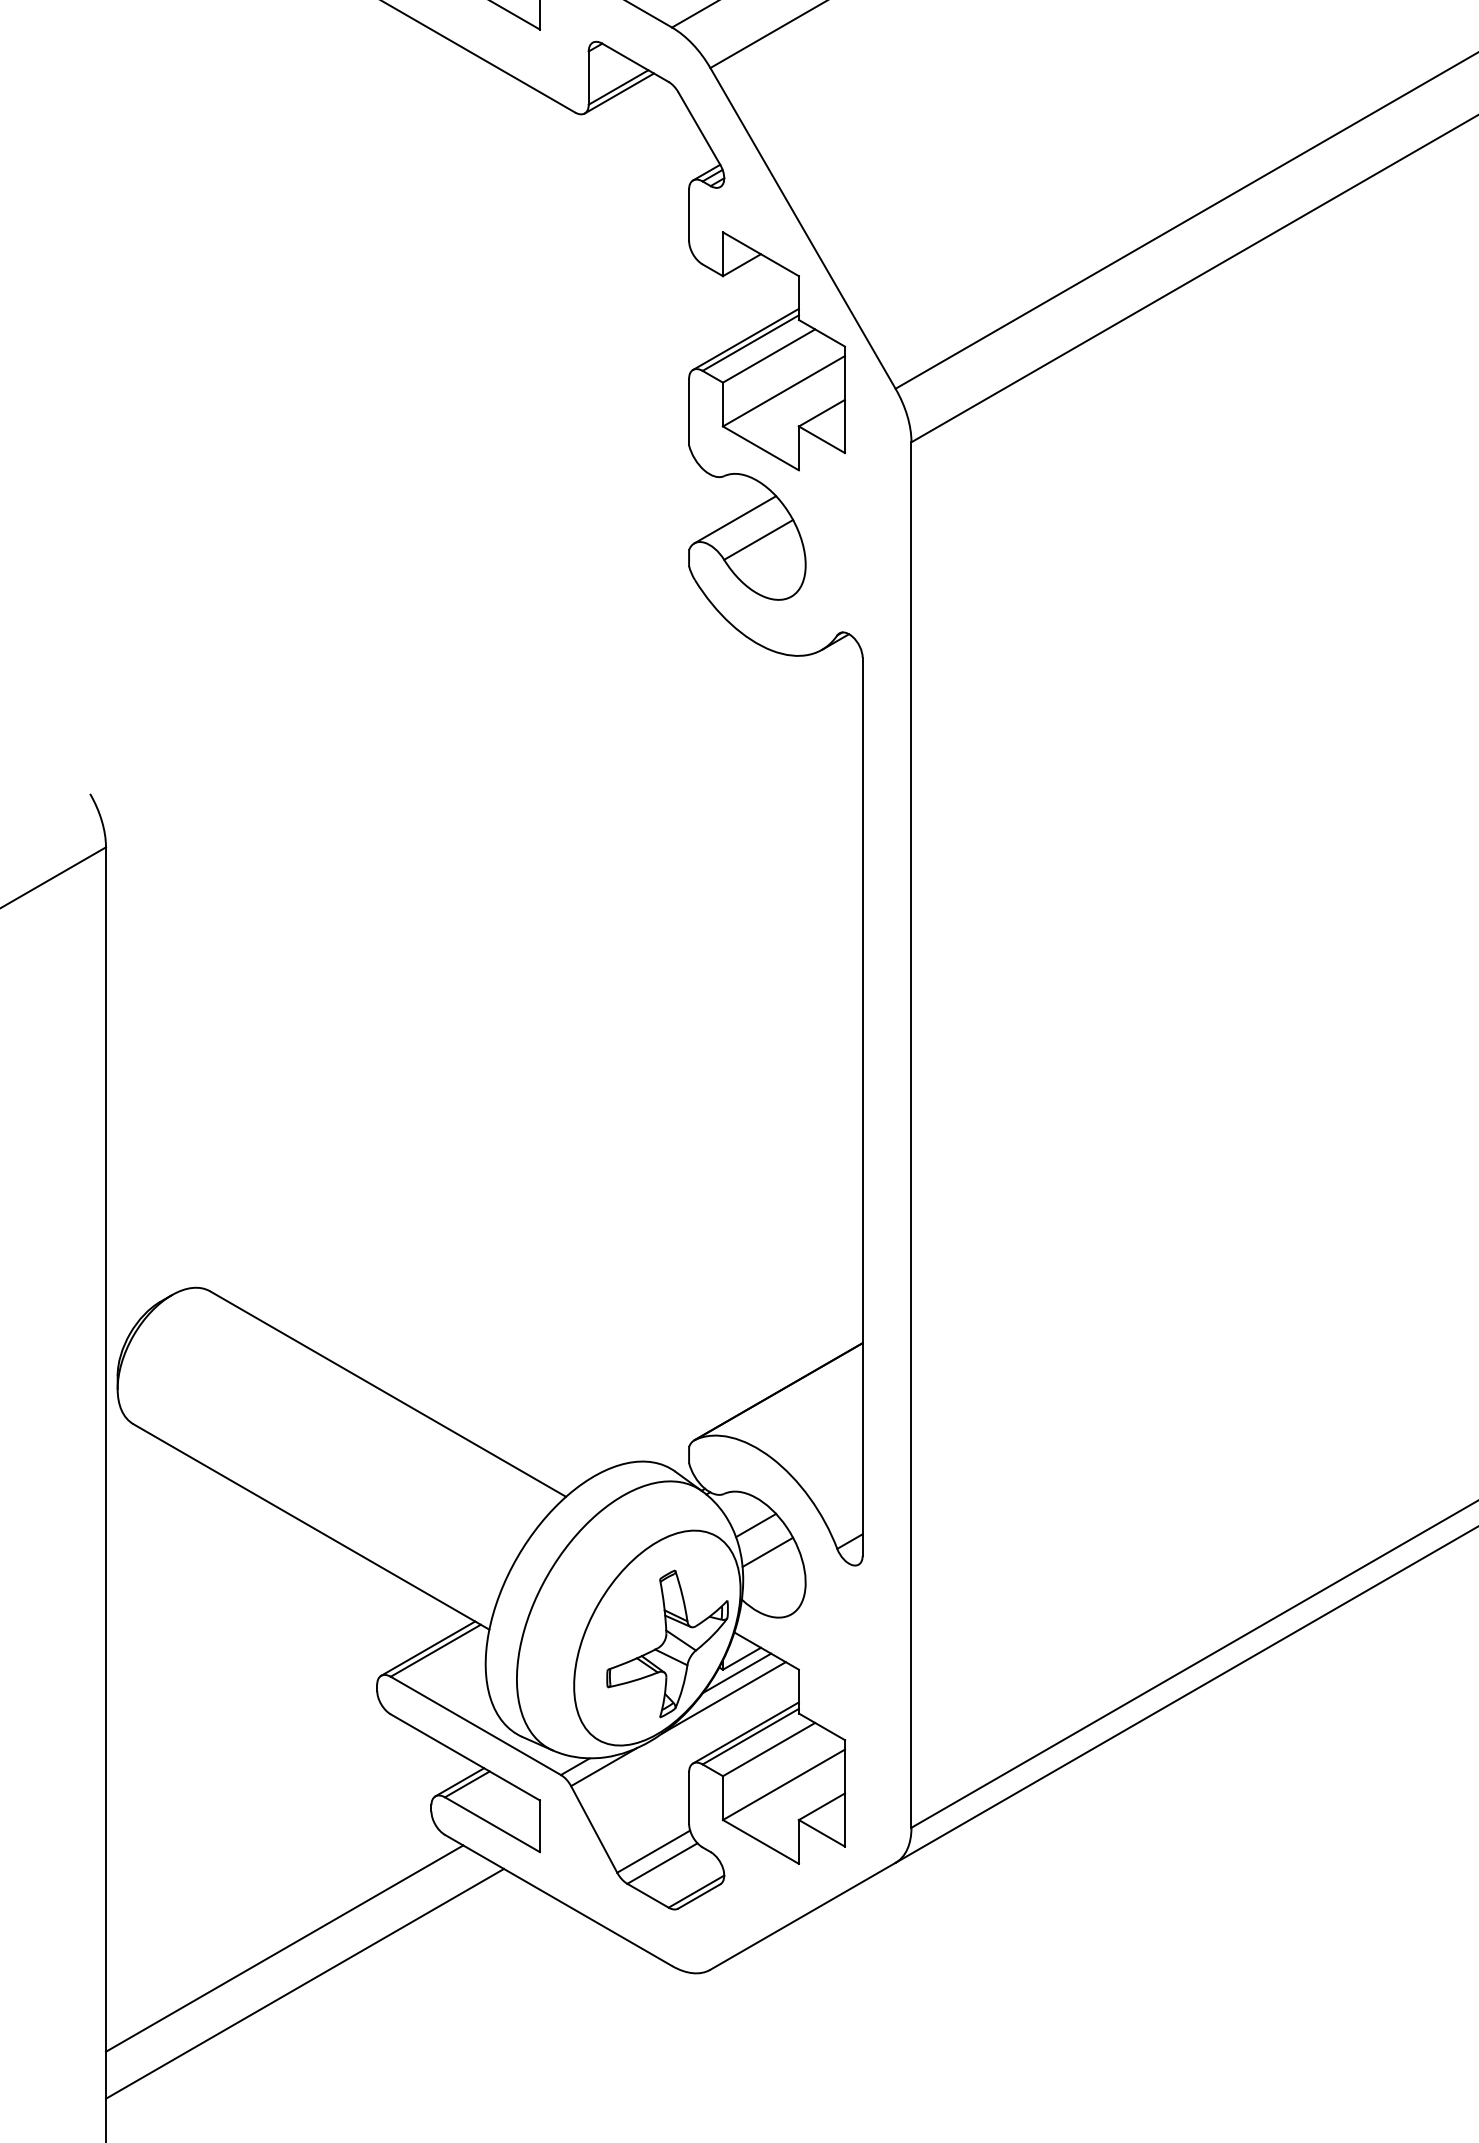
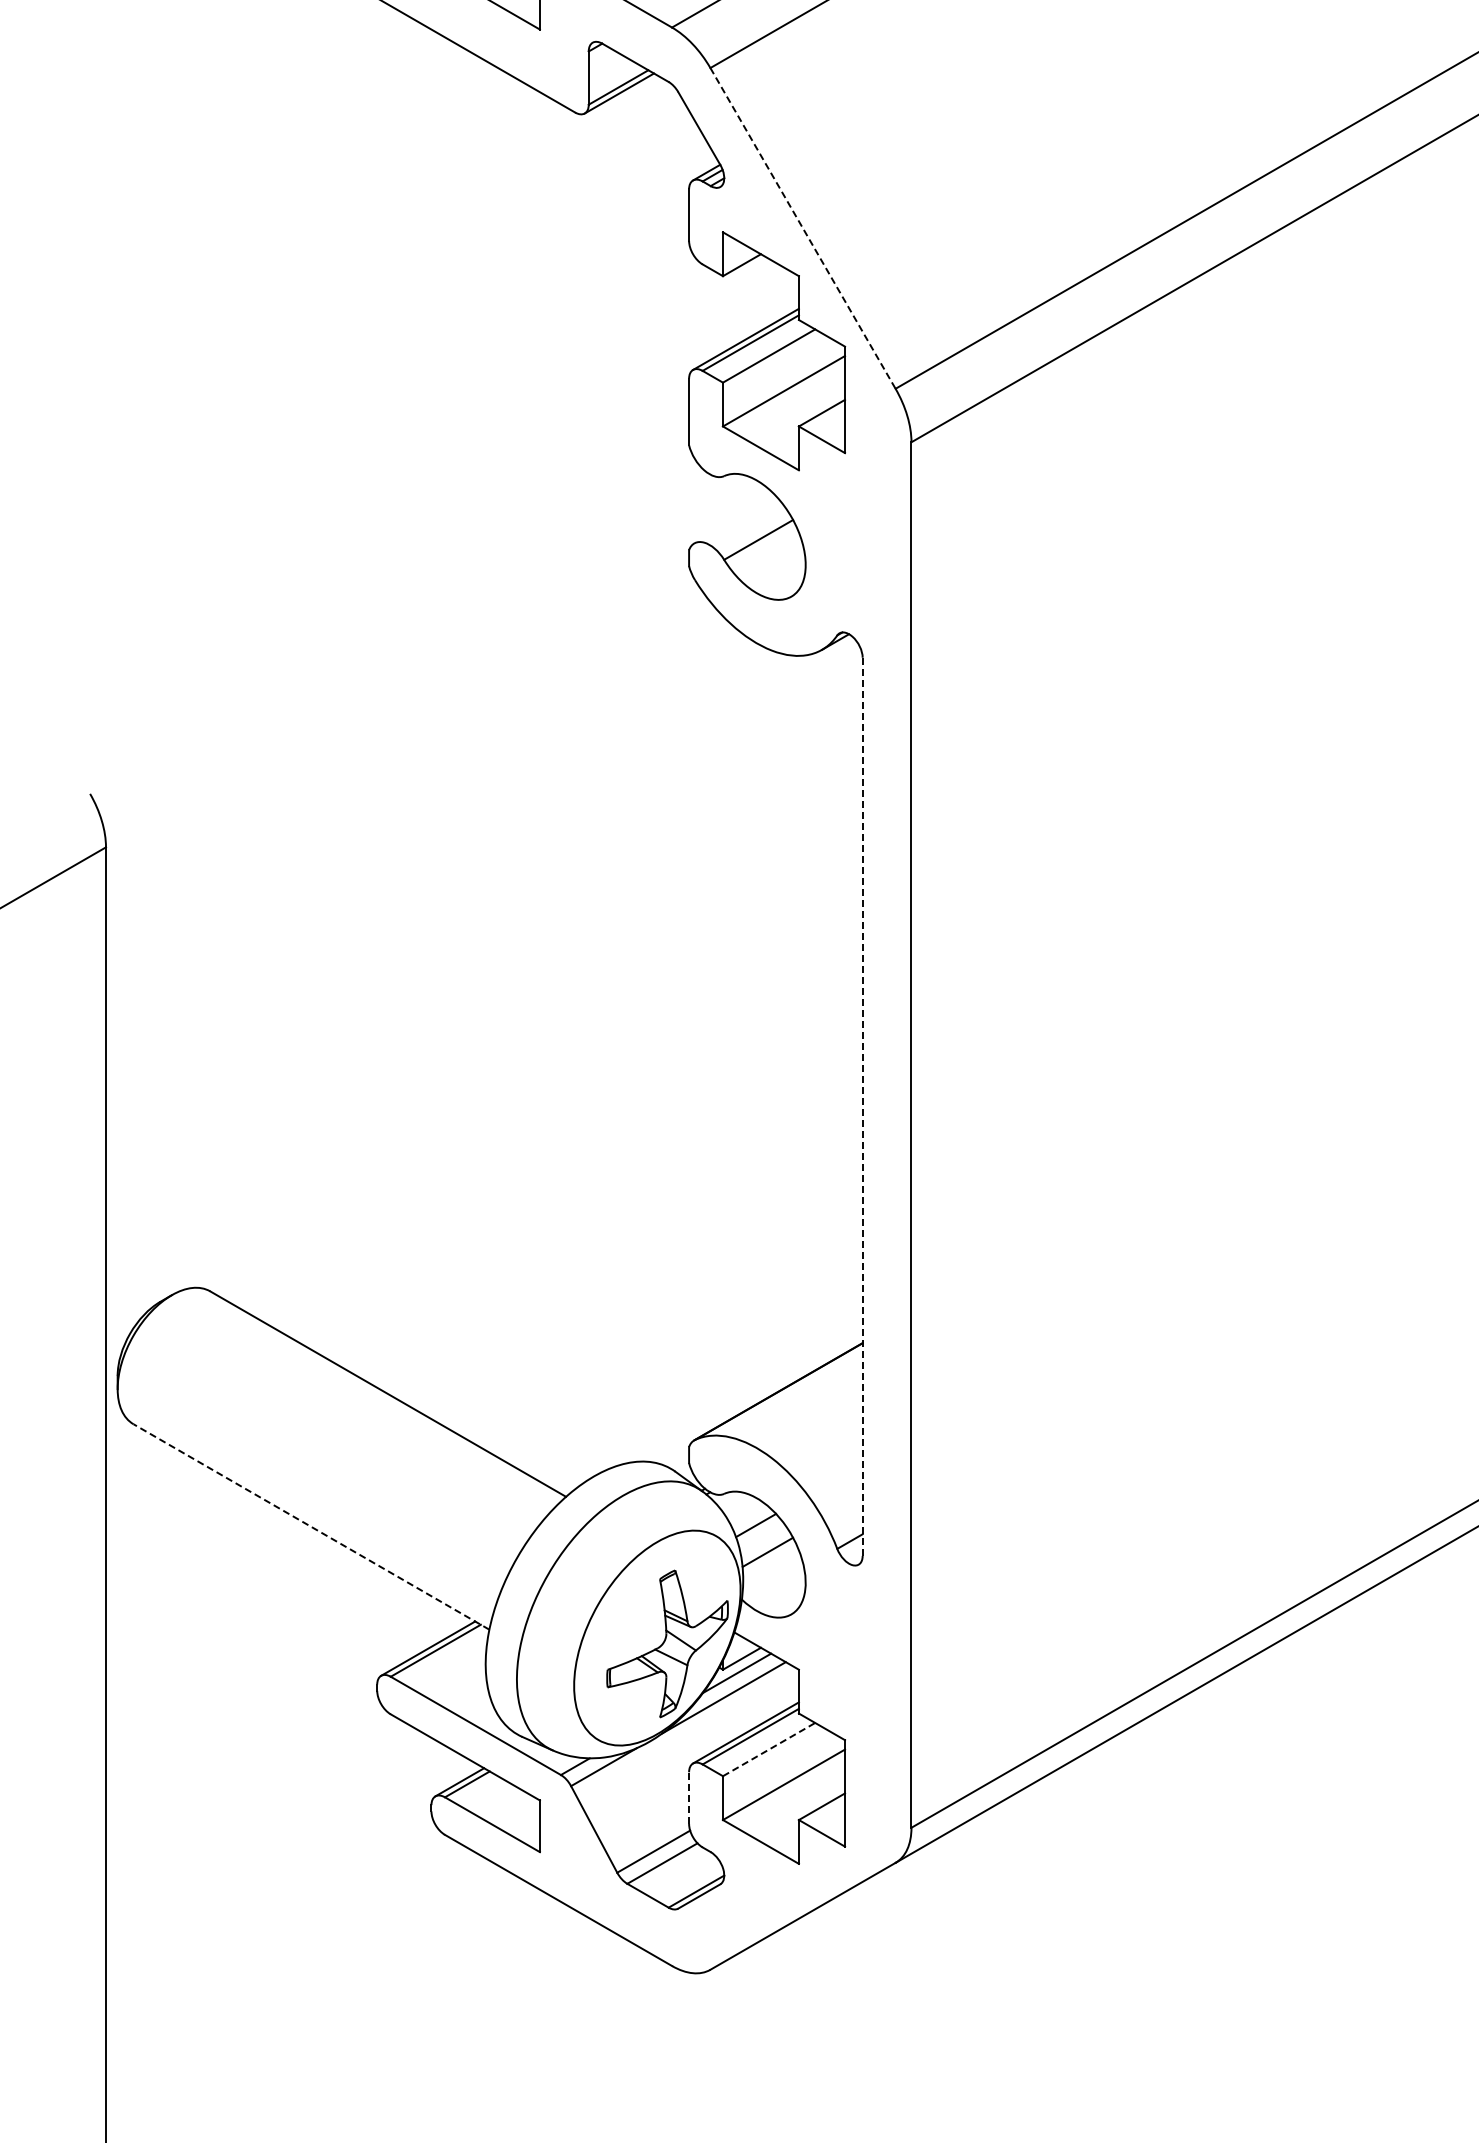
line at (803, 228): solid -> dashed
line at (735, 519): present -> none
line at (862, 1106): solid -> dashed
line at (311, 1526): solid -> dashed
line at (769, 1749): solid -> dashed
line at (689, 1798): solid -> dashed
line at (284, 1948): present -> none
line at (305, 1983): present -> none
